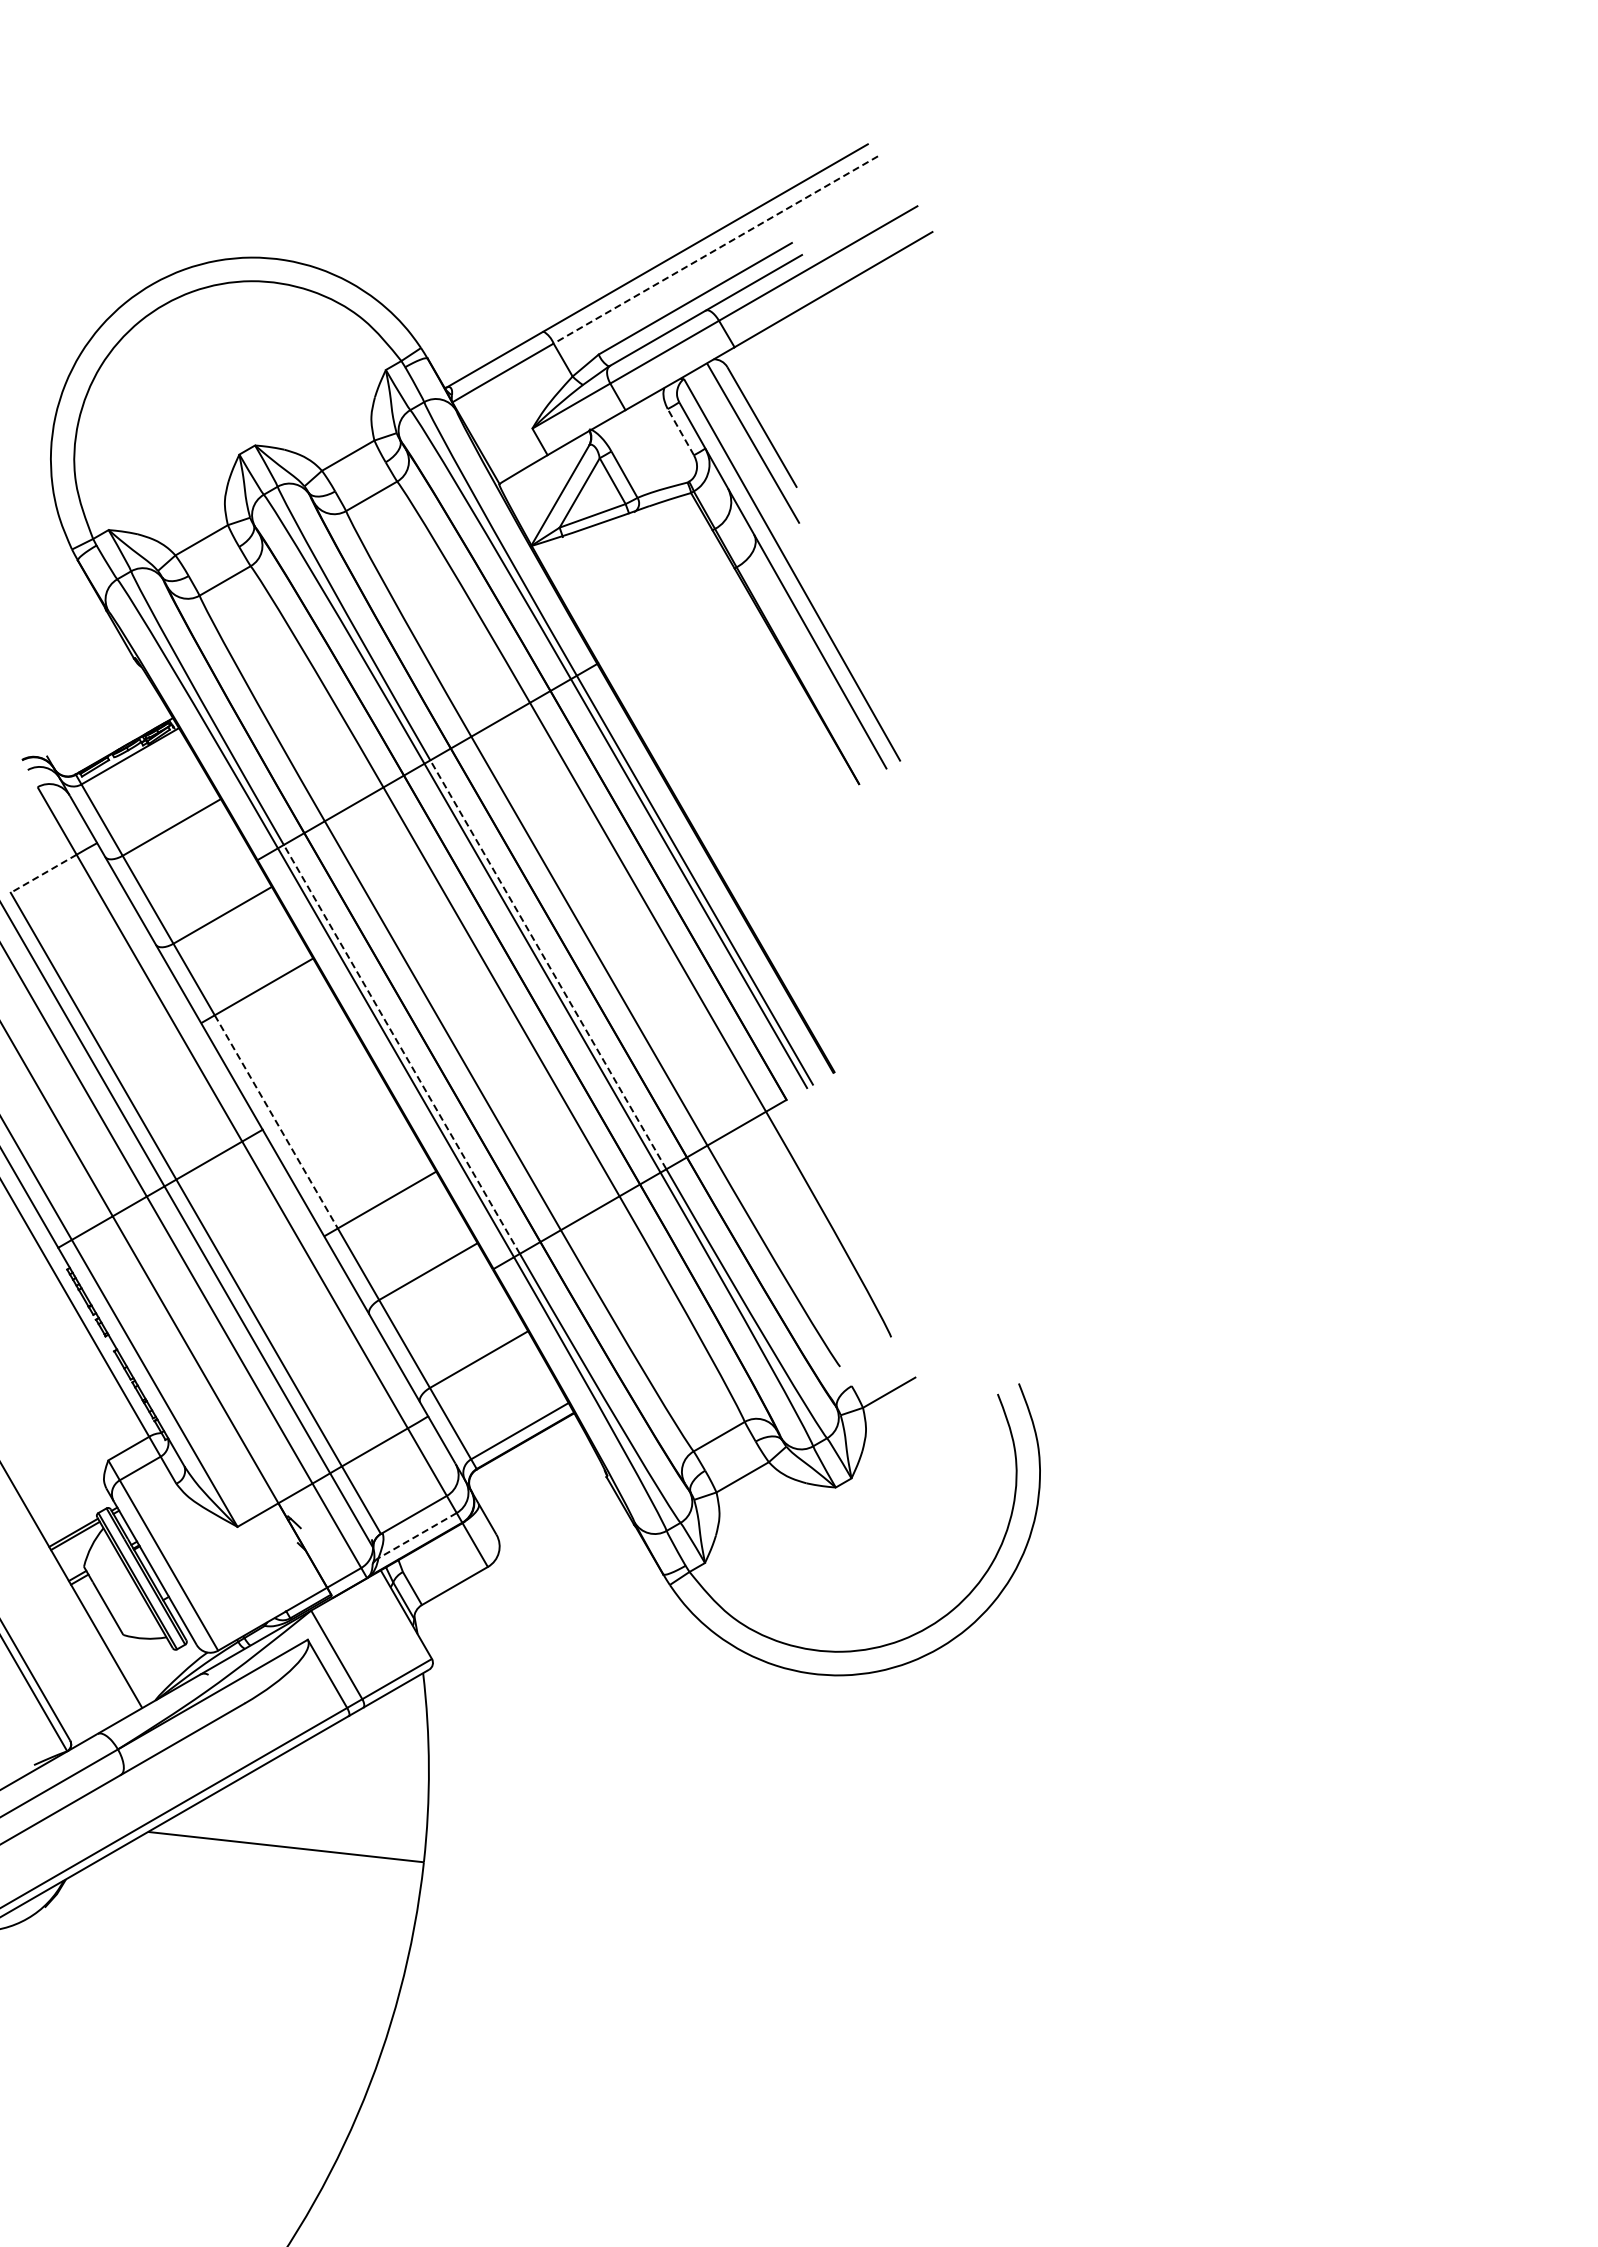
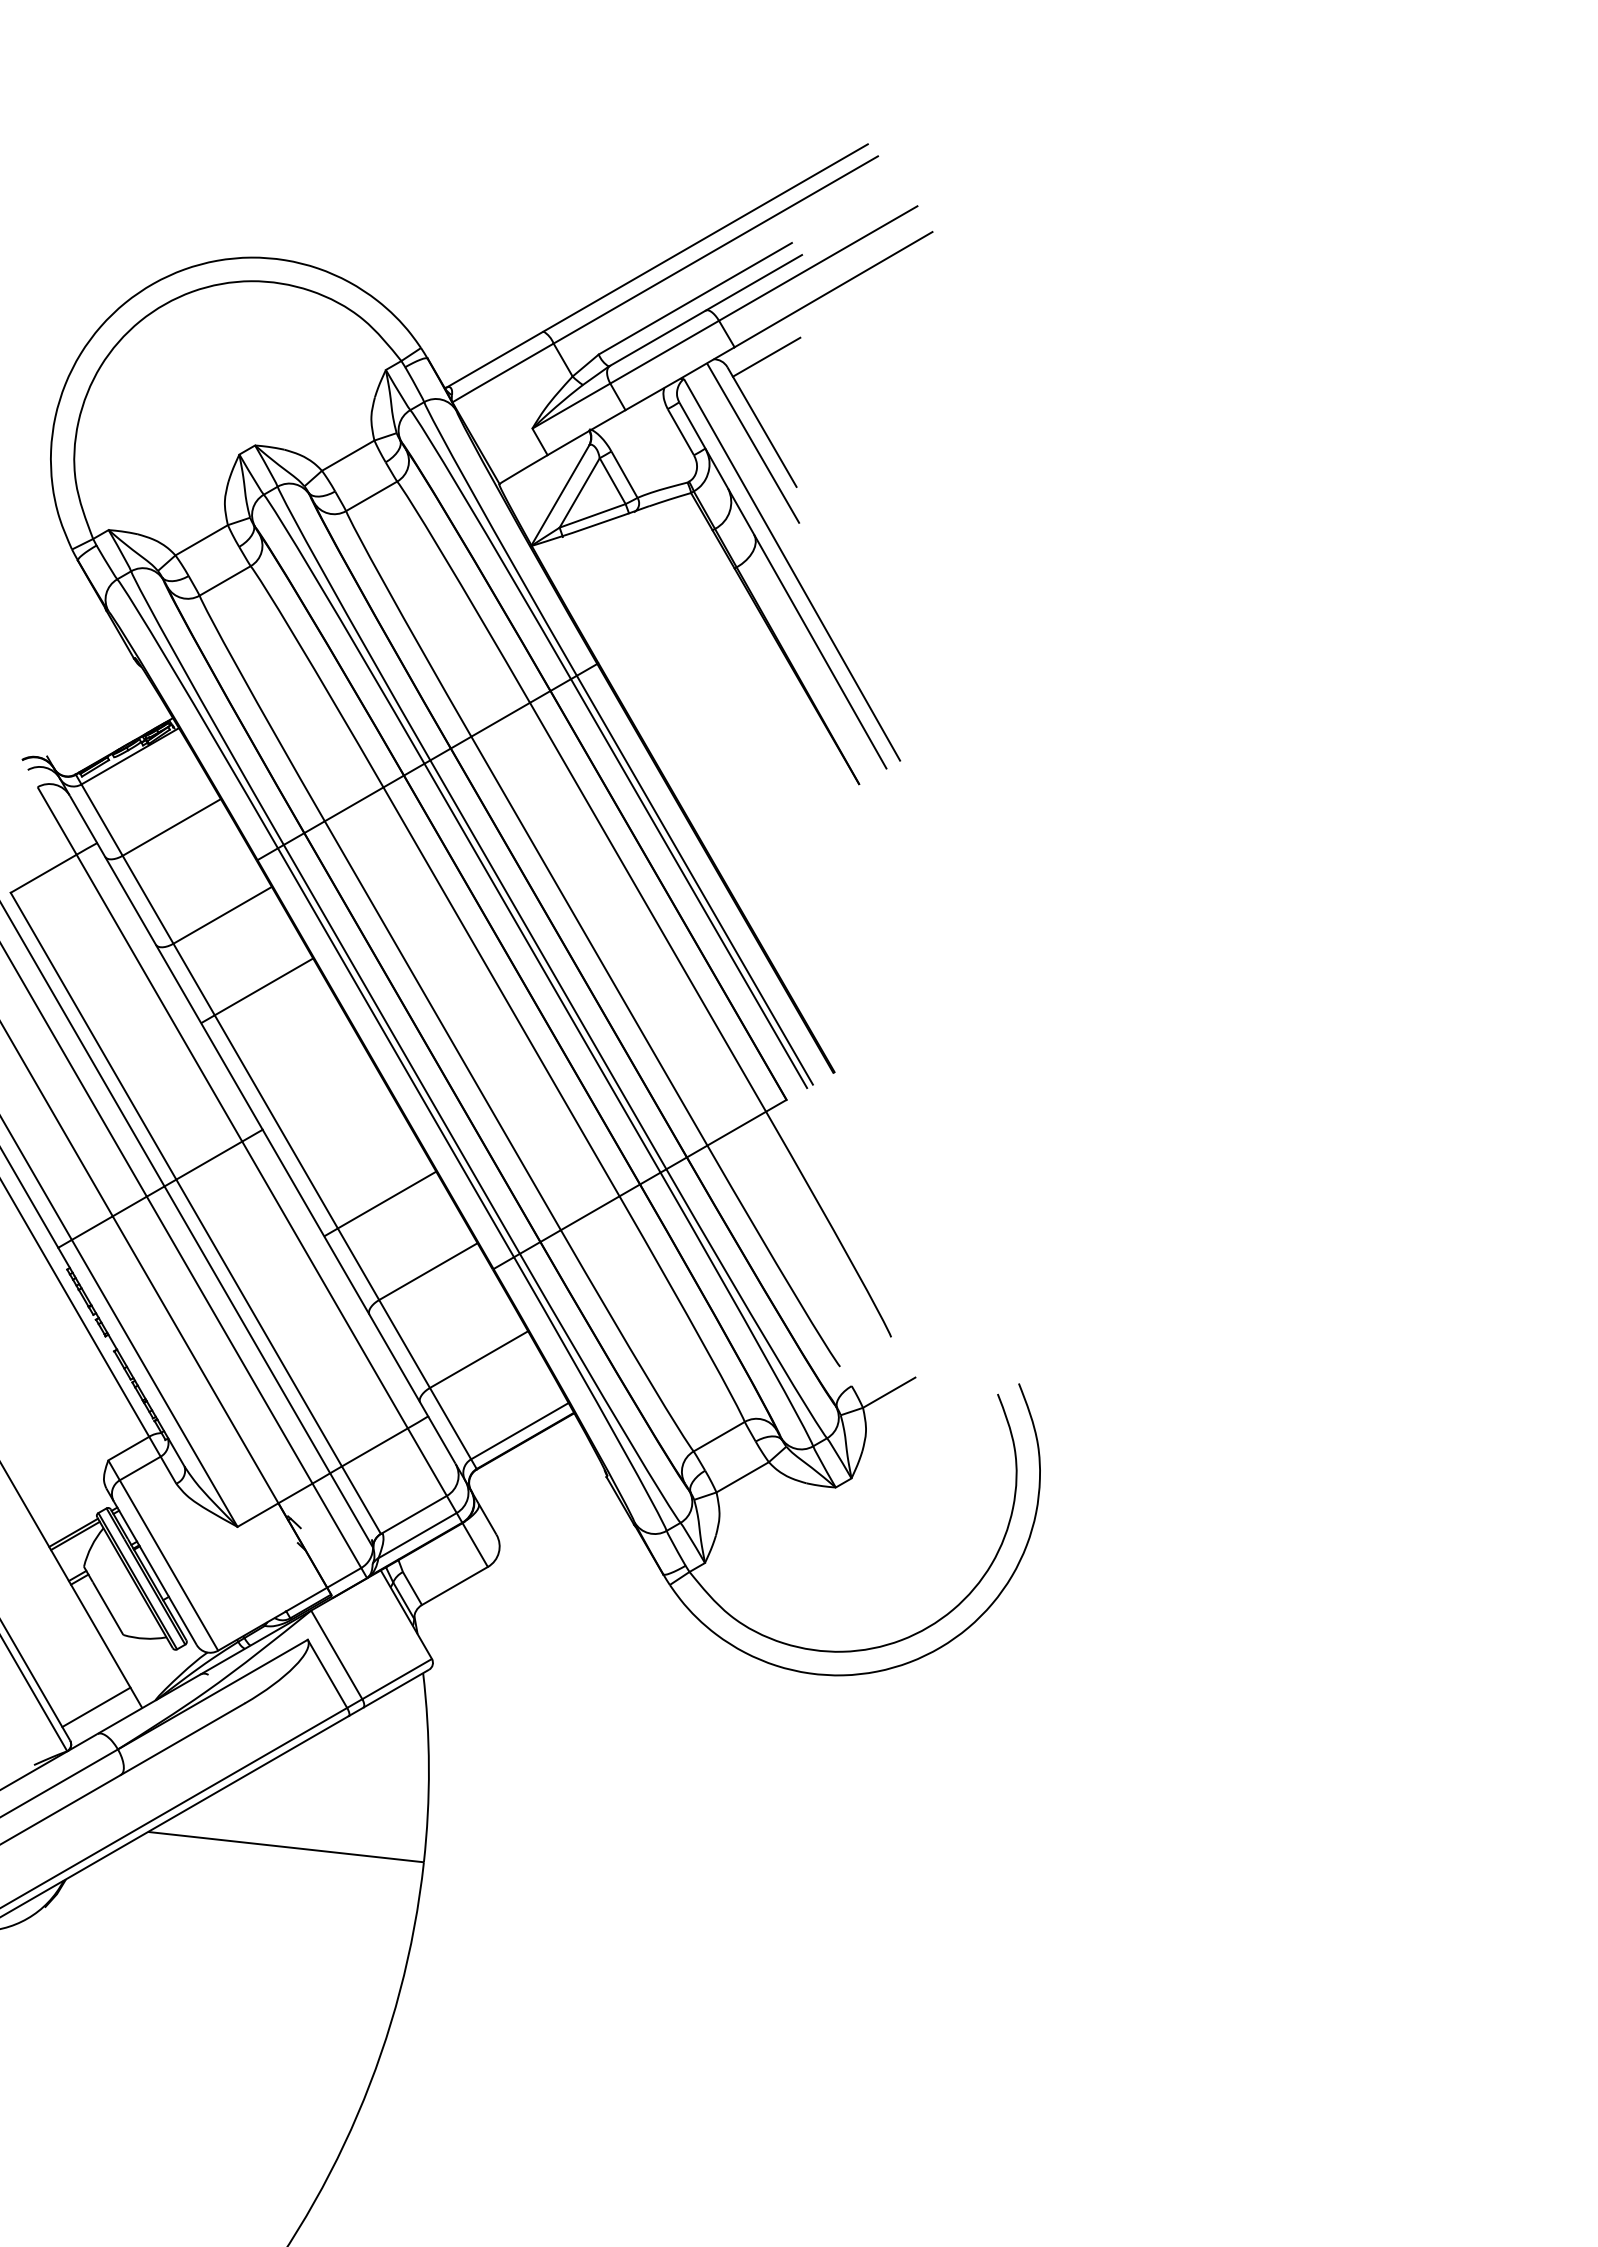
line at (715, 250): dashed -> solid
line at (766, 356): none -> present
line at (681, 432): dashed -> solid
line at (43, 874): dashed -> solid
line at (548, 964): dashed -> solid
line at (401, 1048): dashed -> solid
line at (276, 1122): dashed -> solid
line at (417, 1535): dashed -> solid
line at (96, 1707): none -> present
